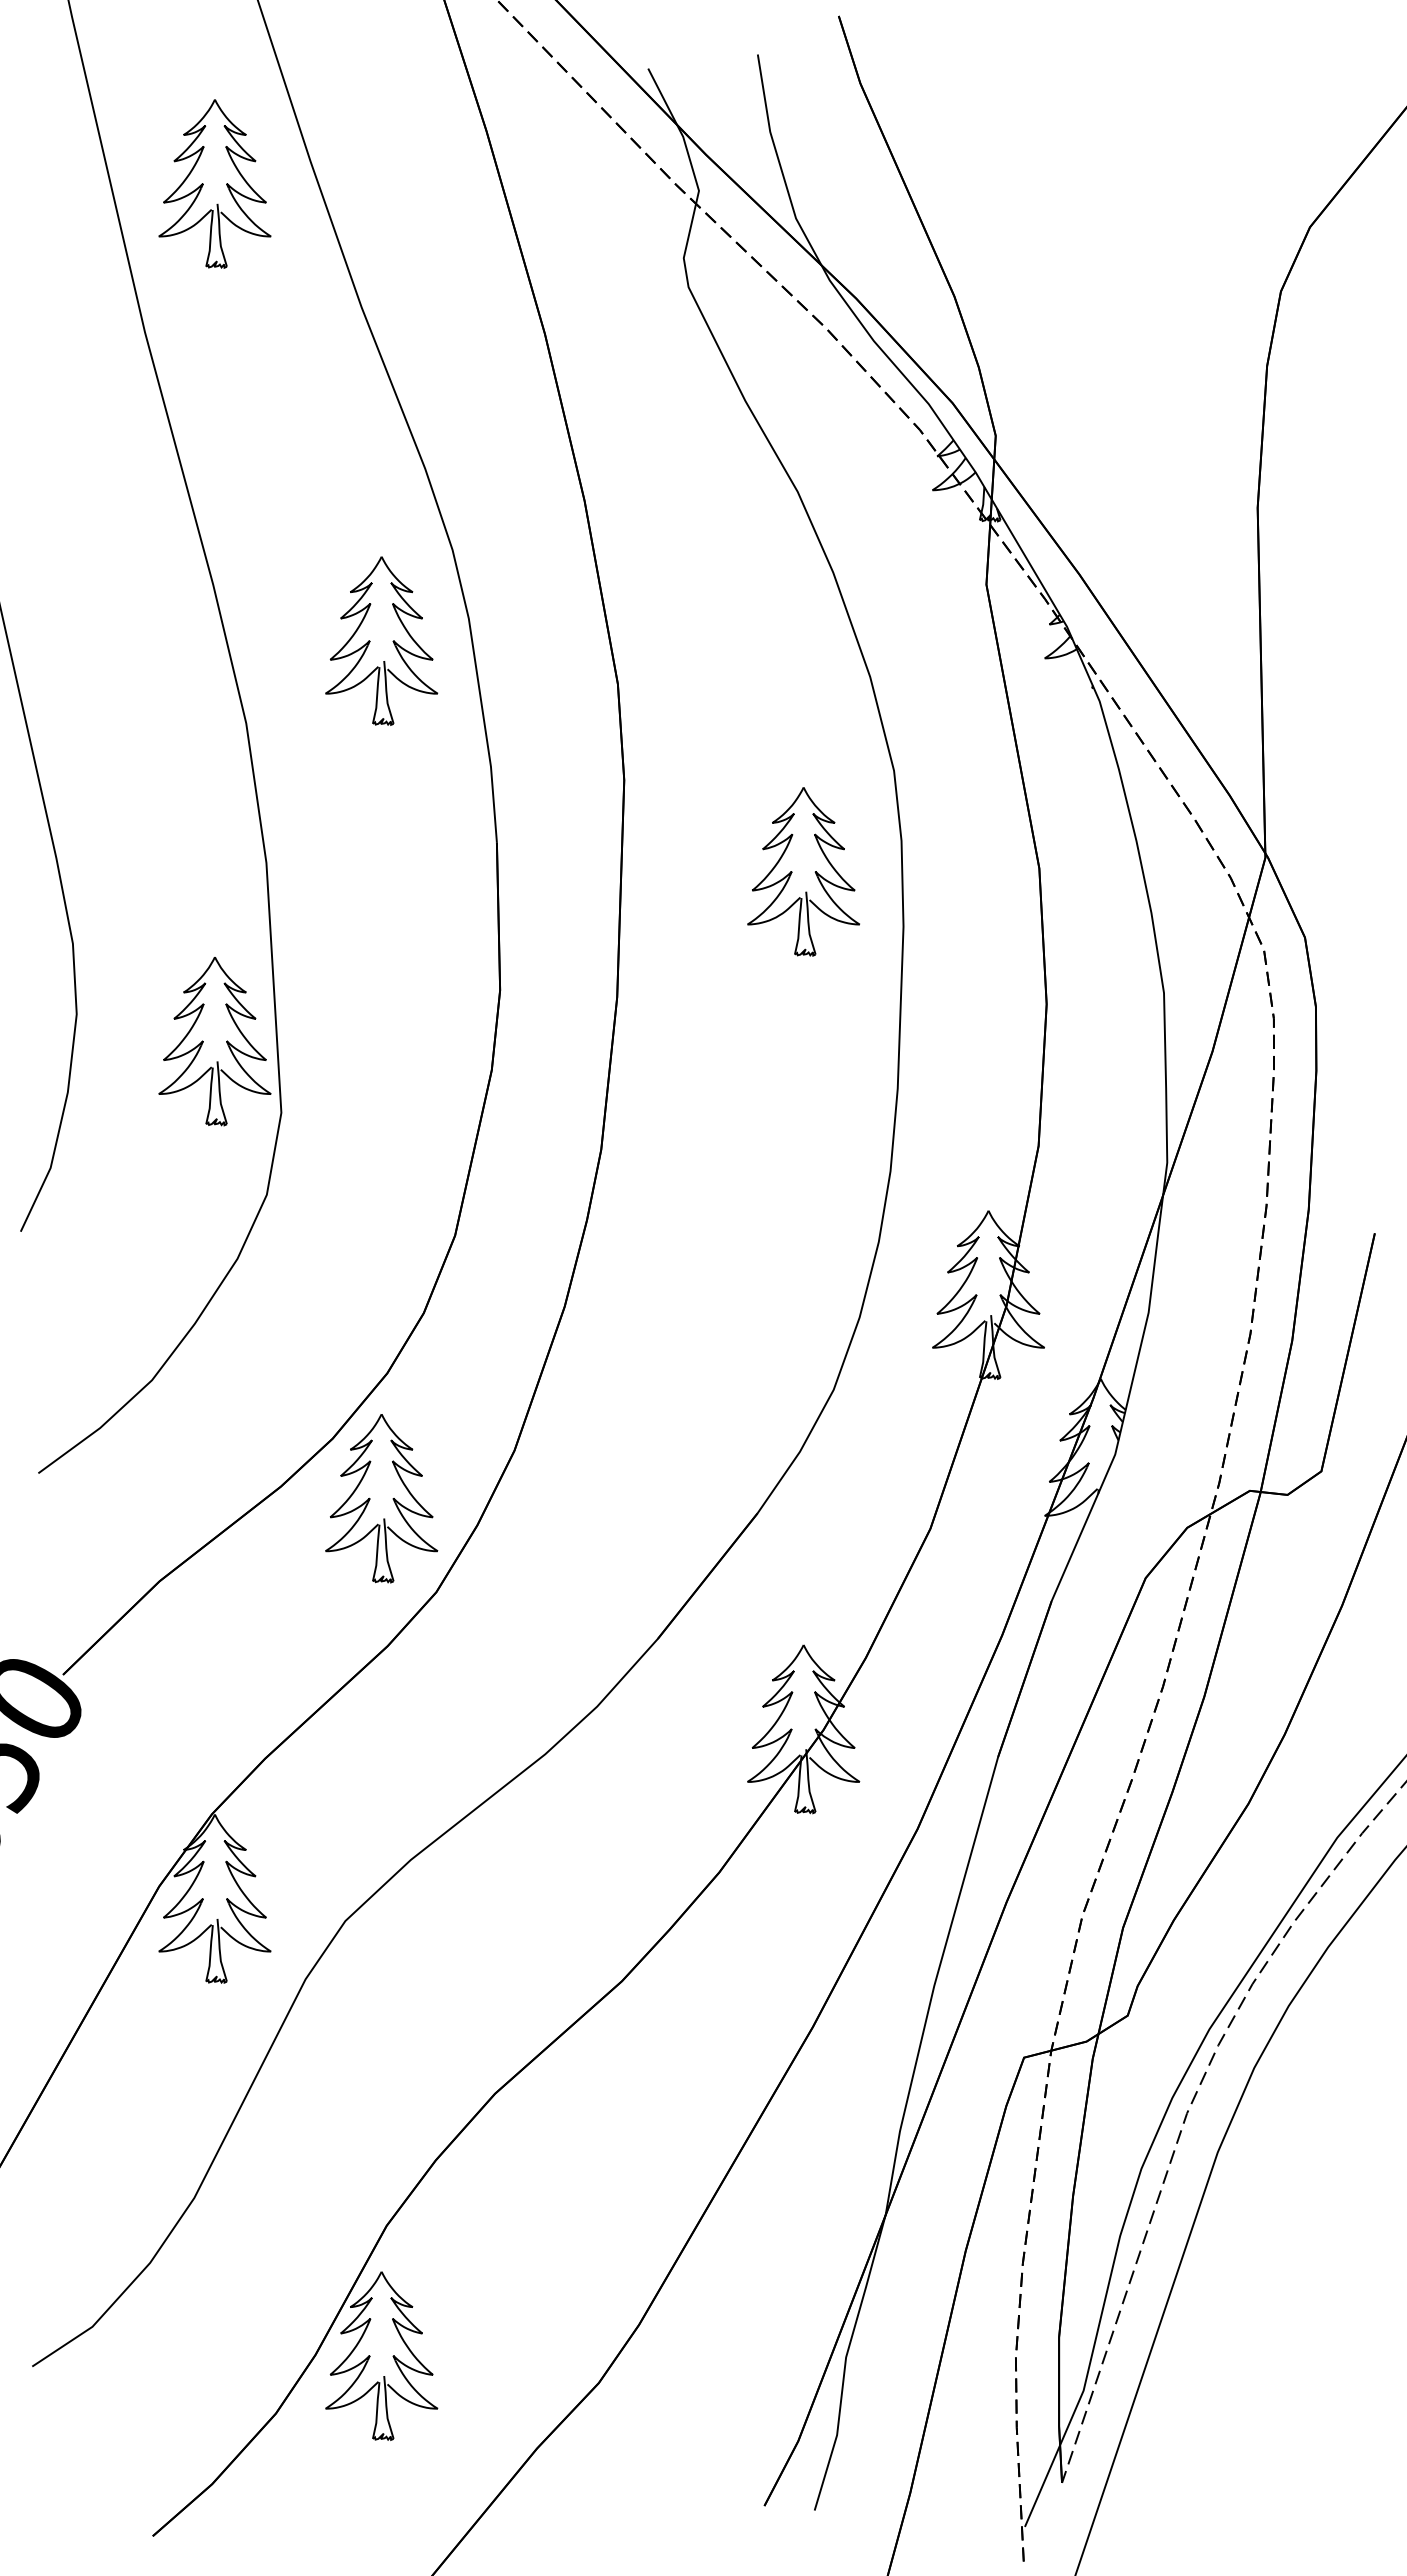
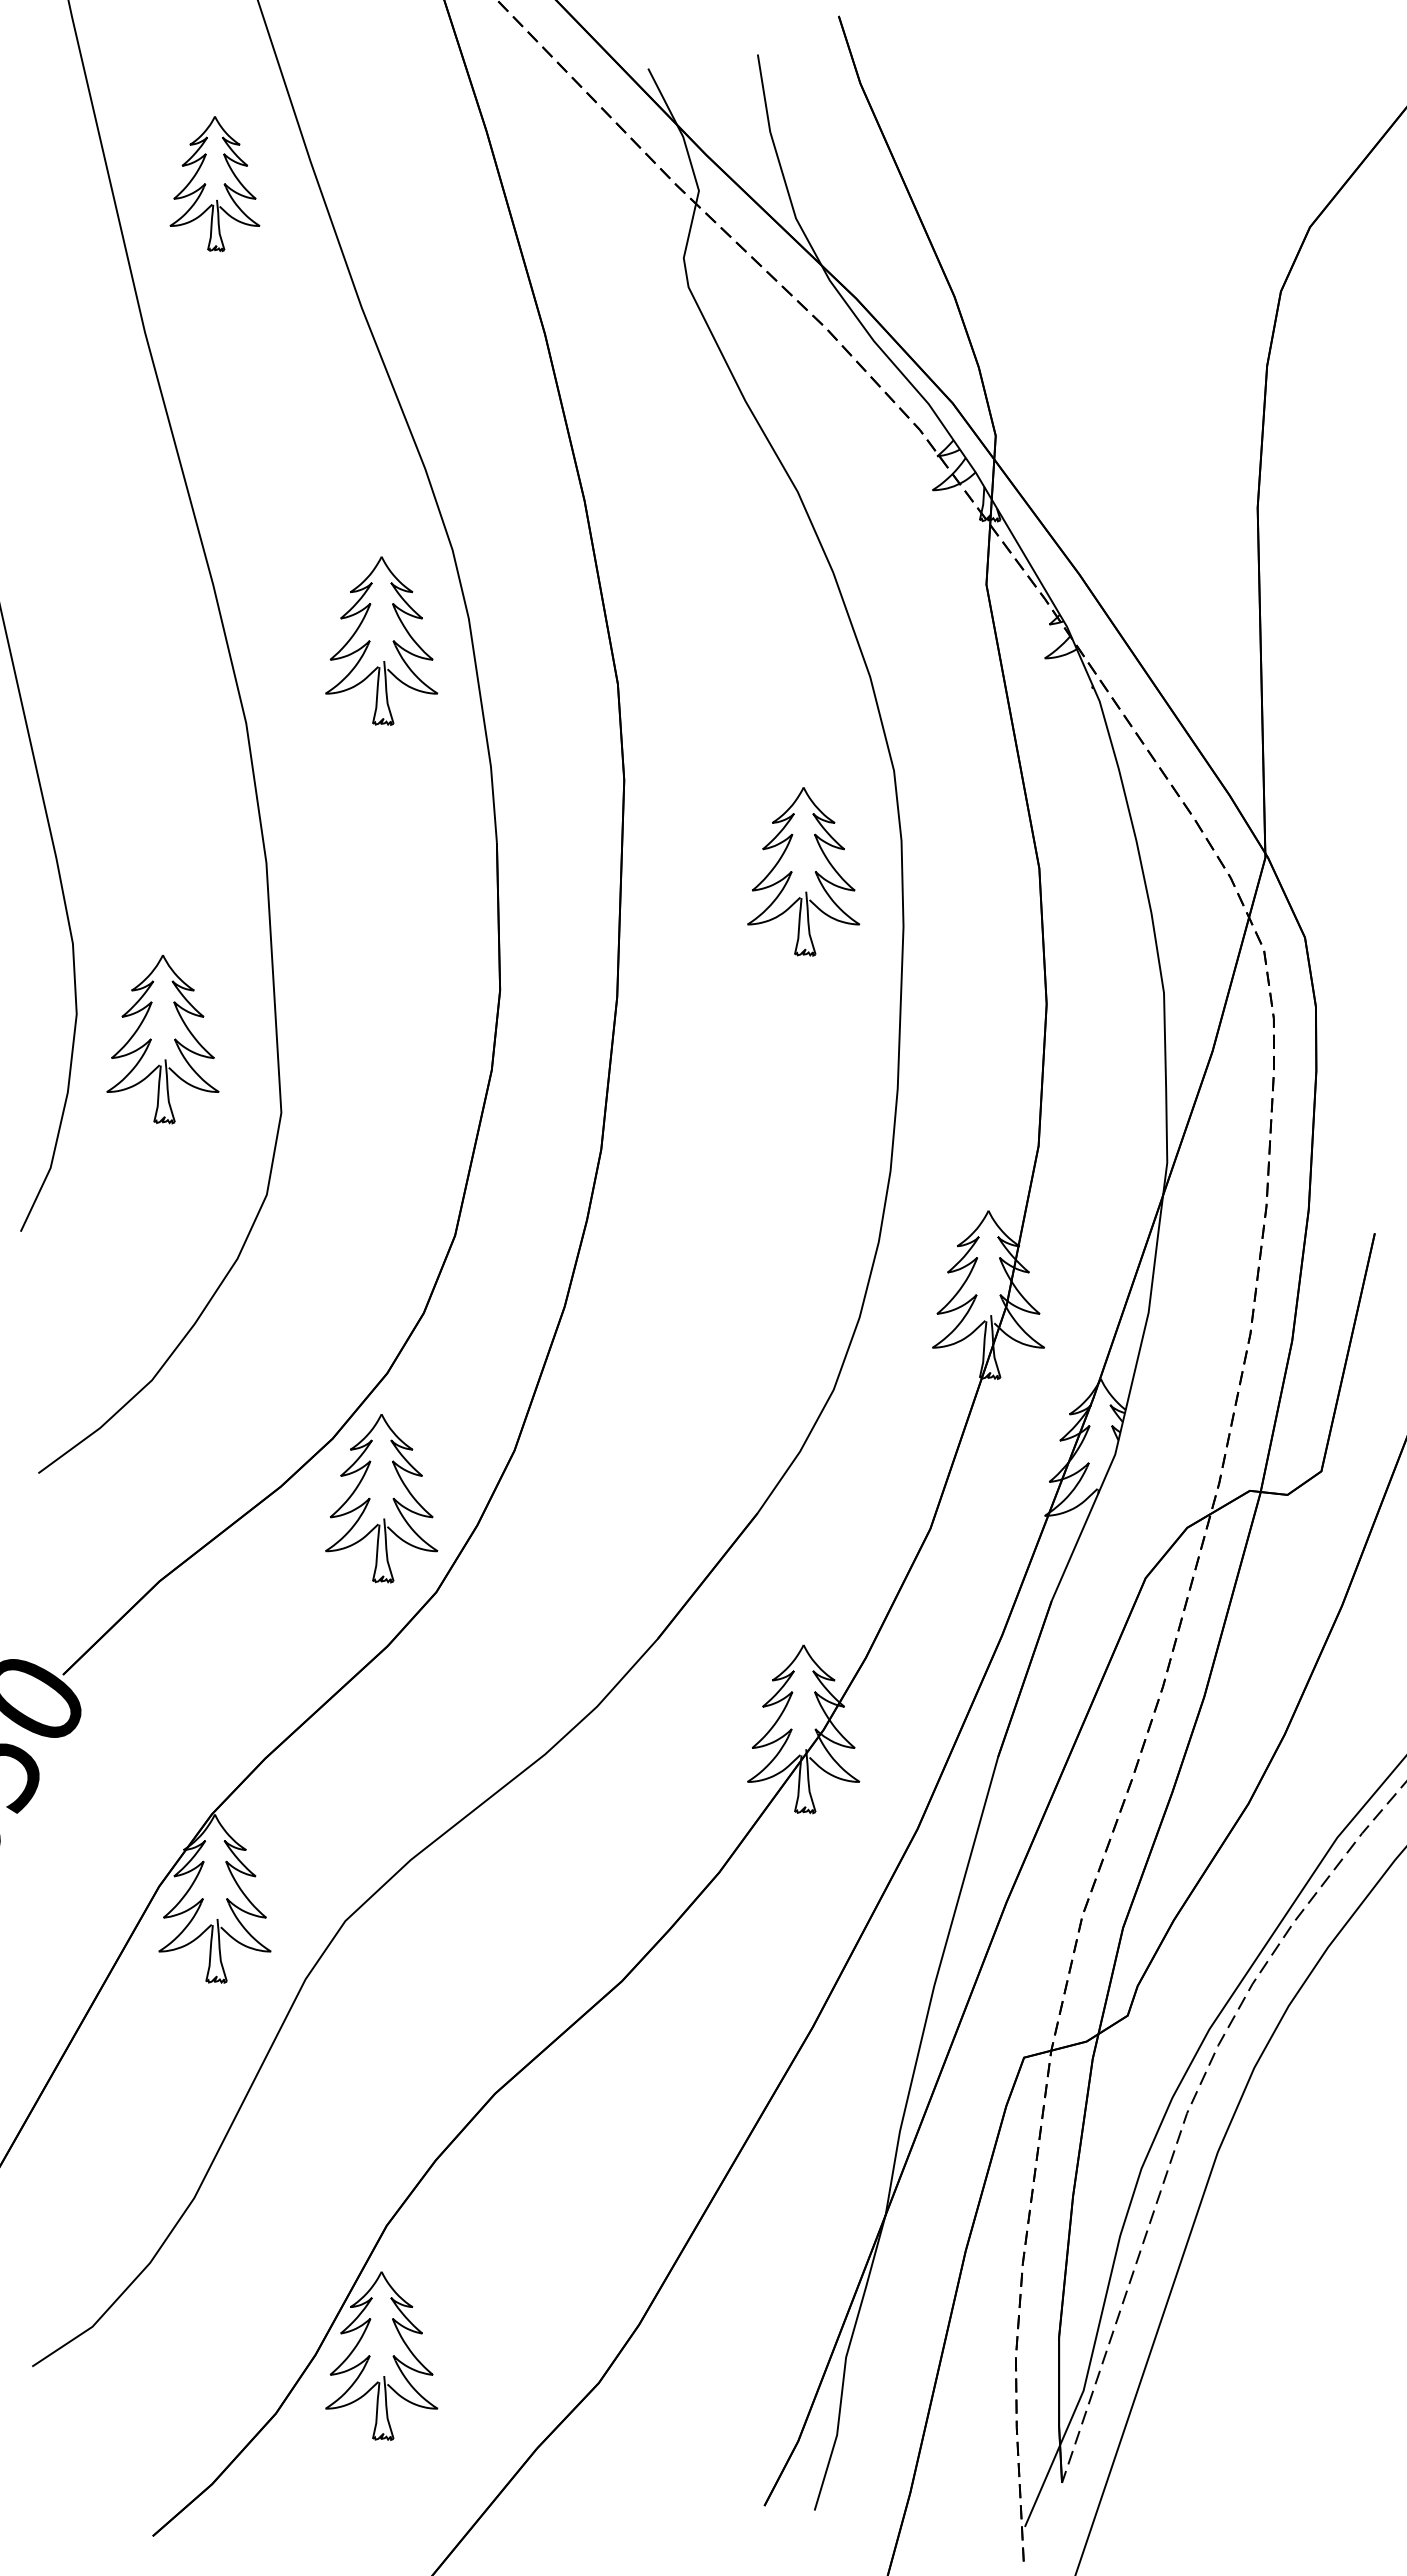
part at (214, 183) size: 114x170 px -> 92x136 px
part at (214, 1041) position: (214, 1041) -> (162, 1039)
